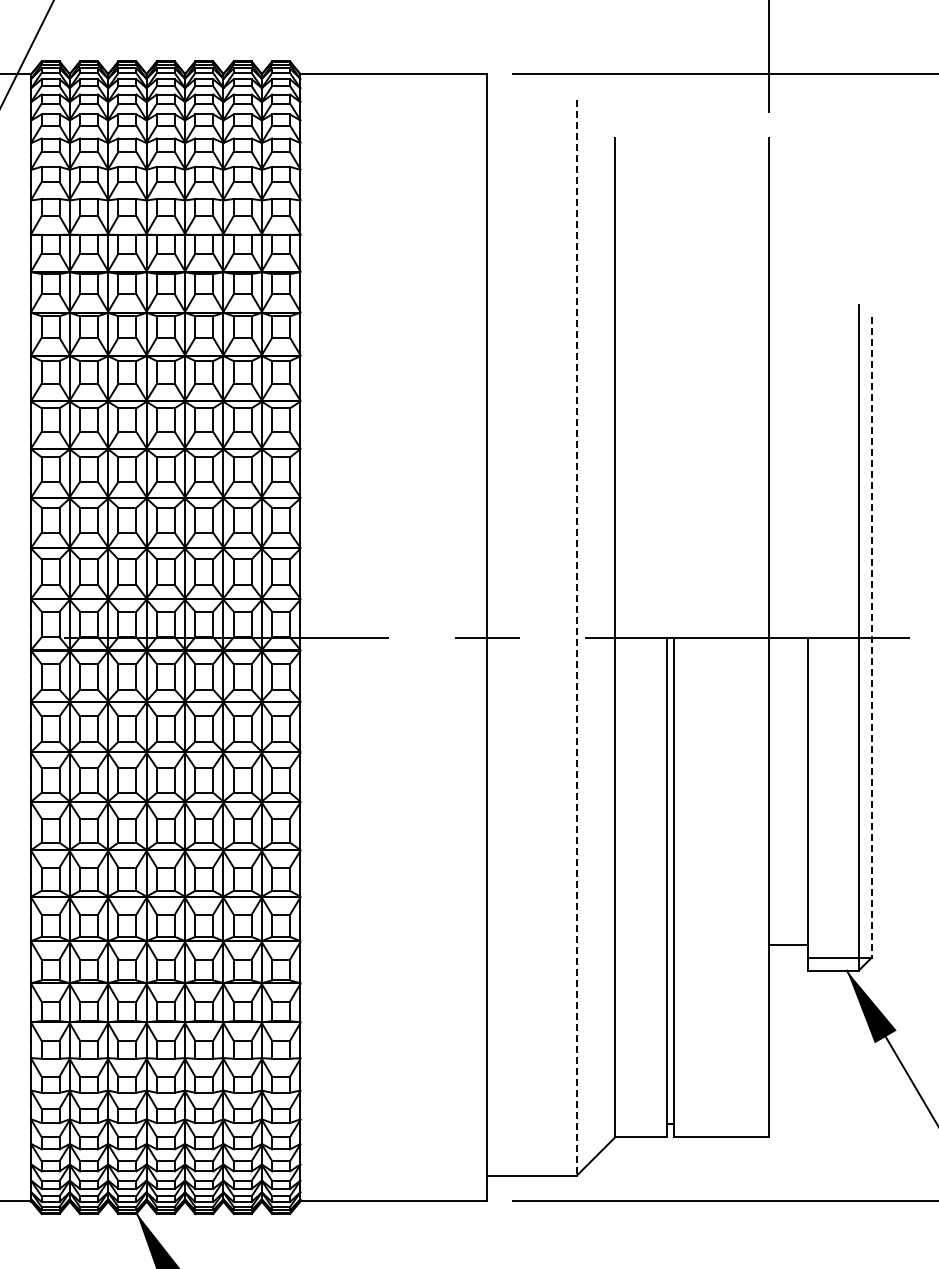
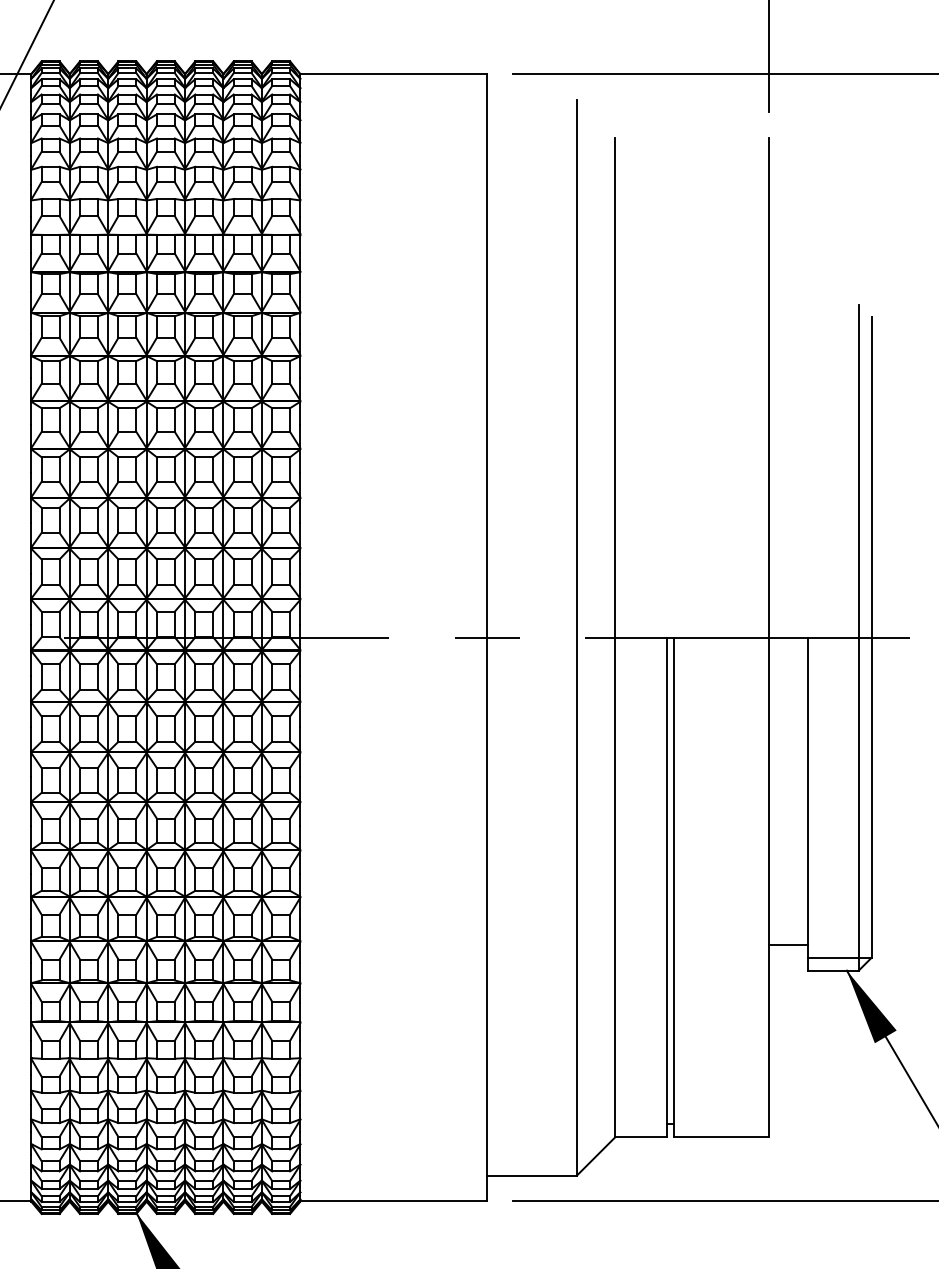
line at (576, 637): dashed -> solid
line at (871, 638): dashed -> solid
